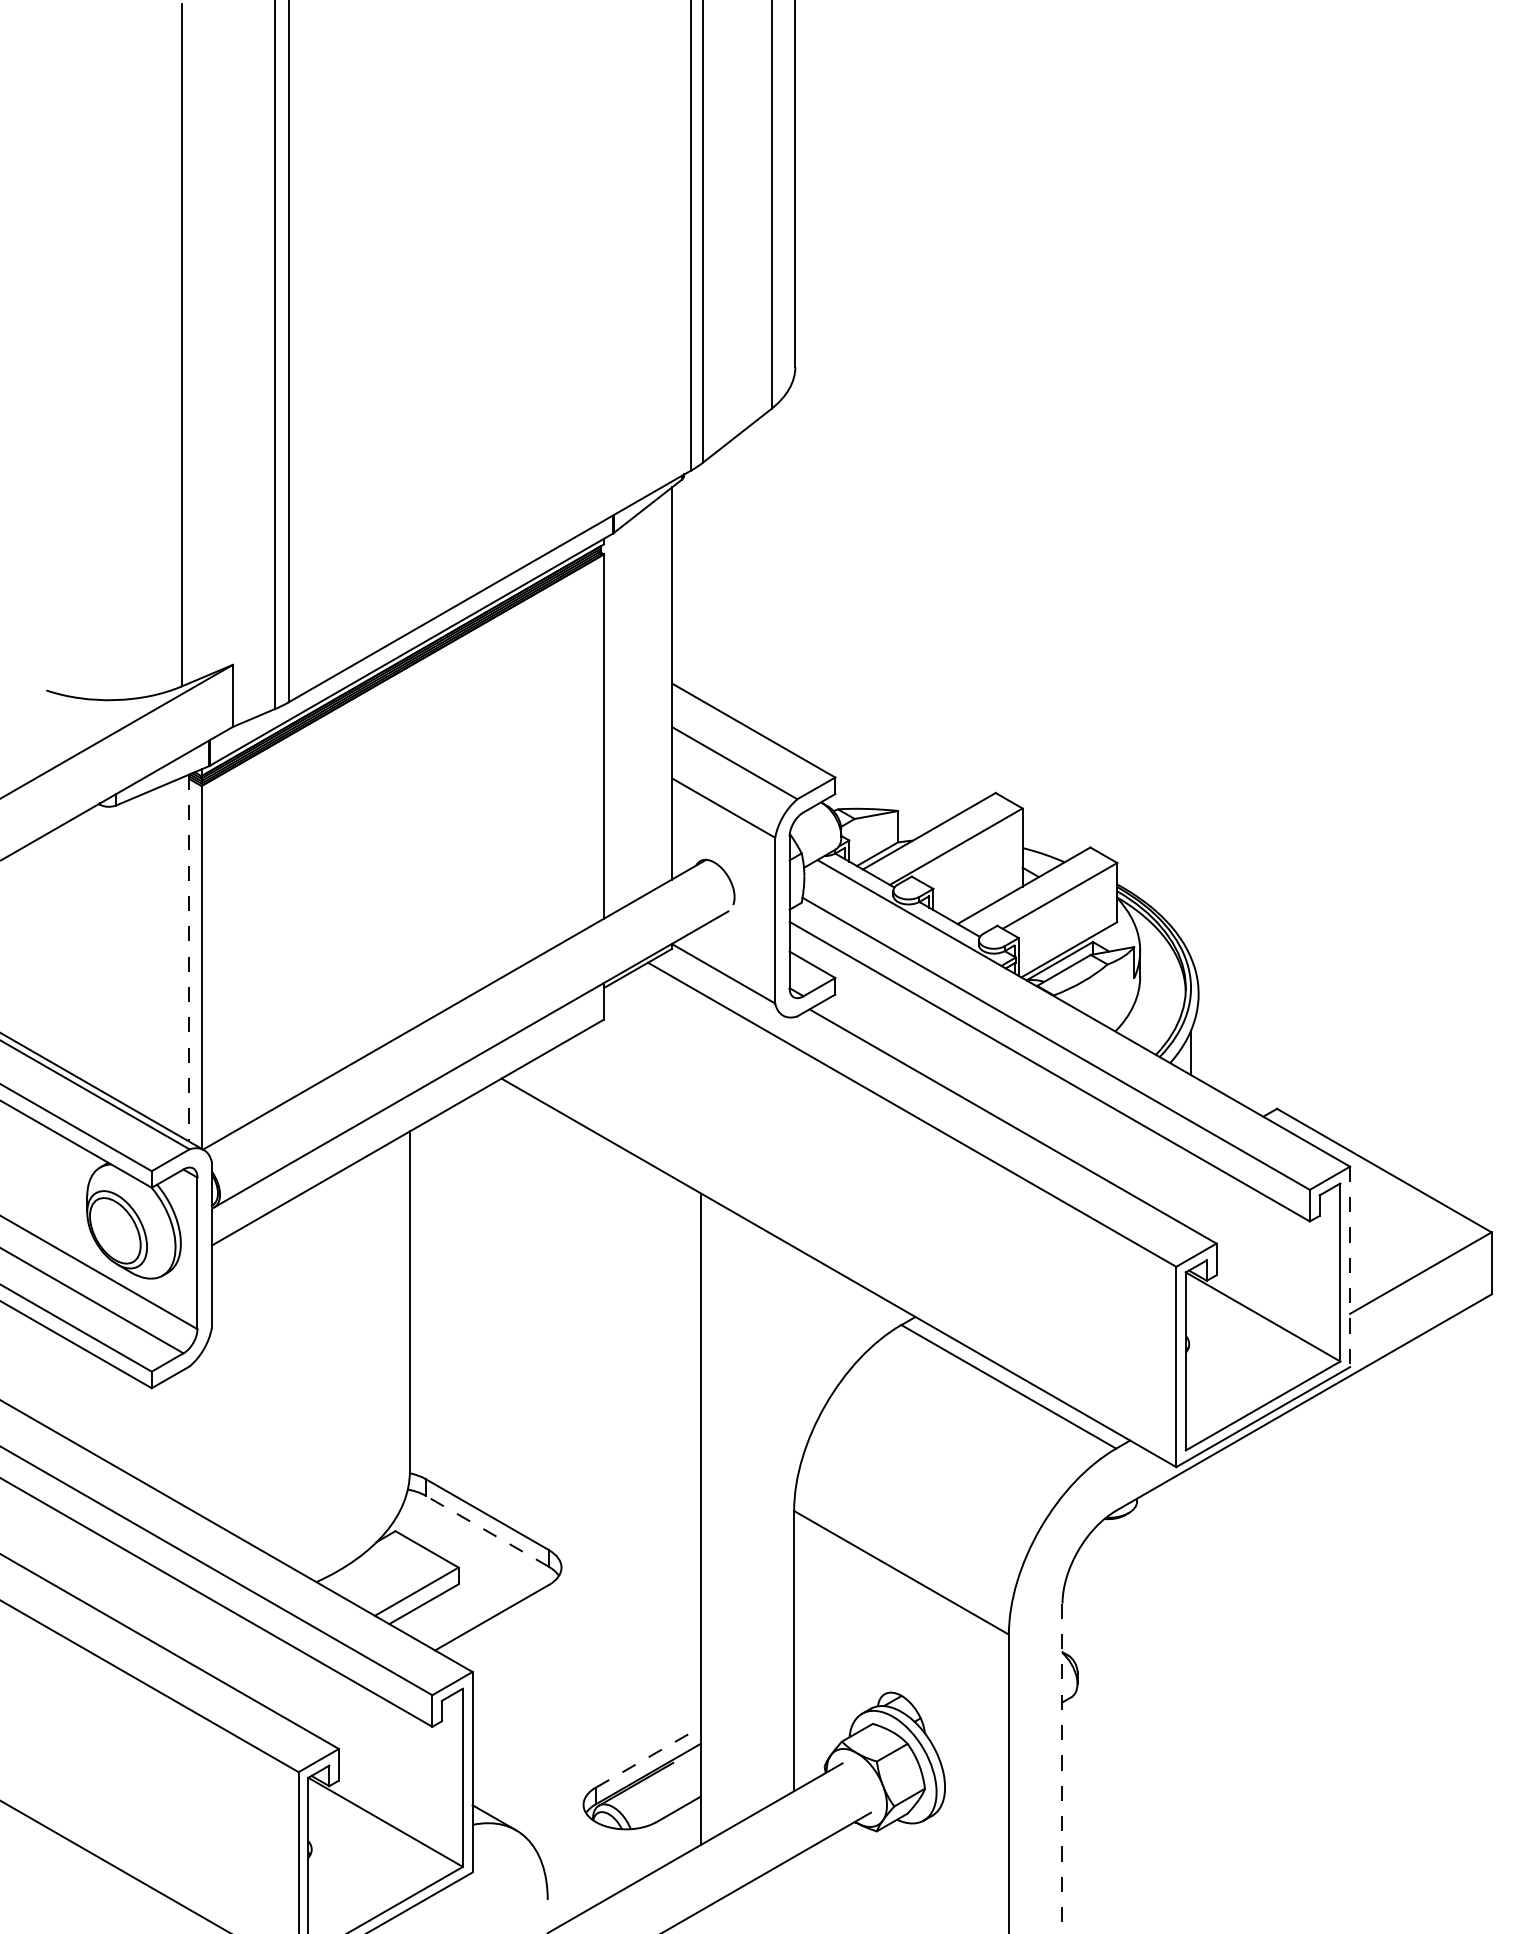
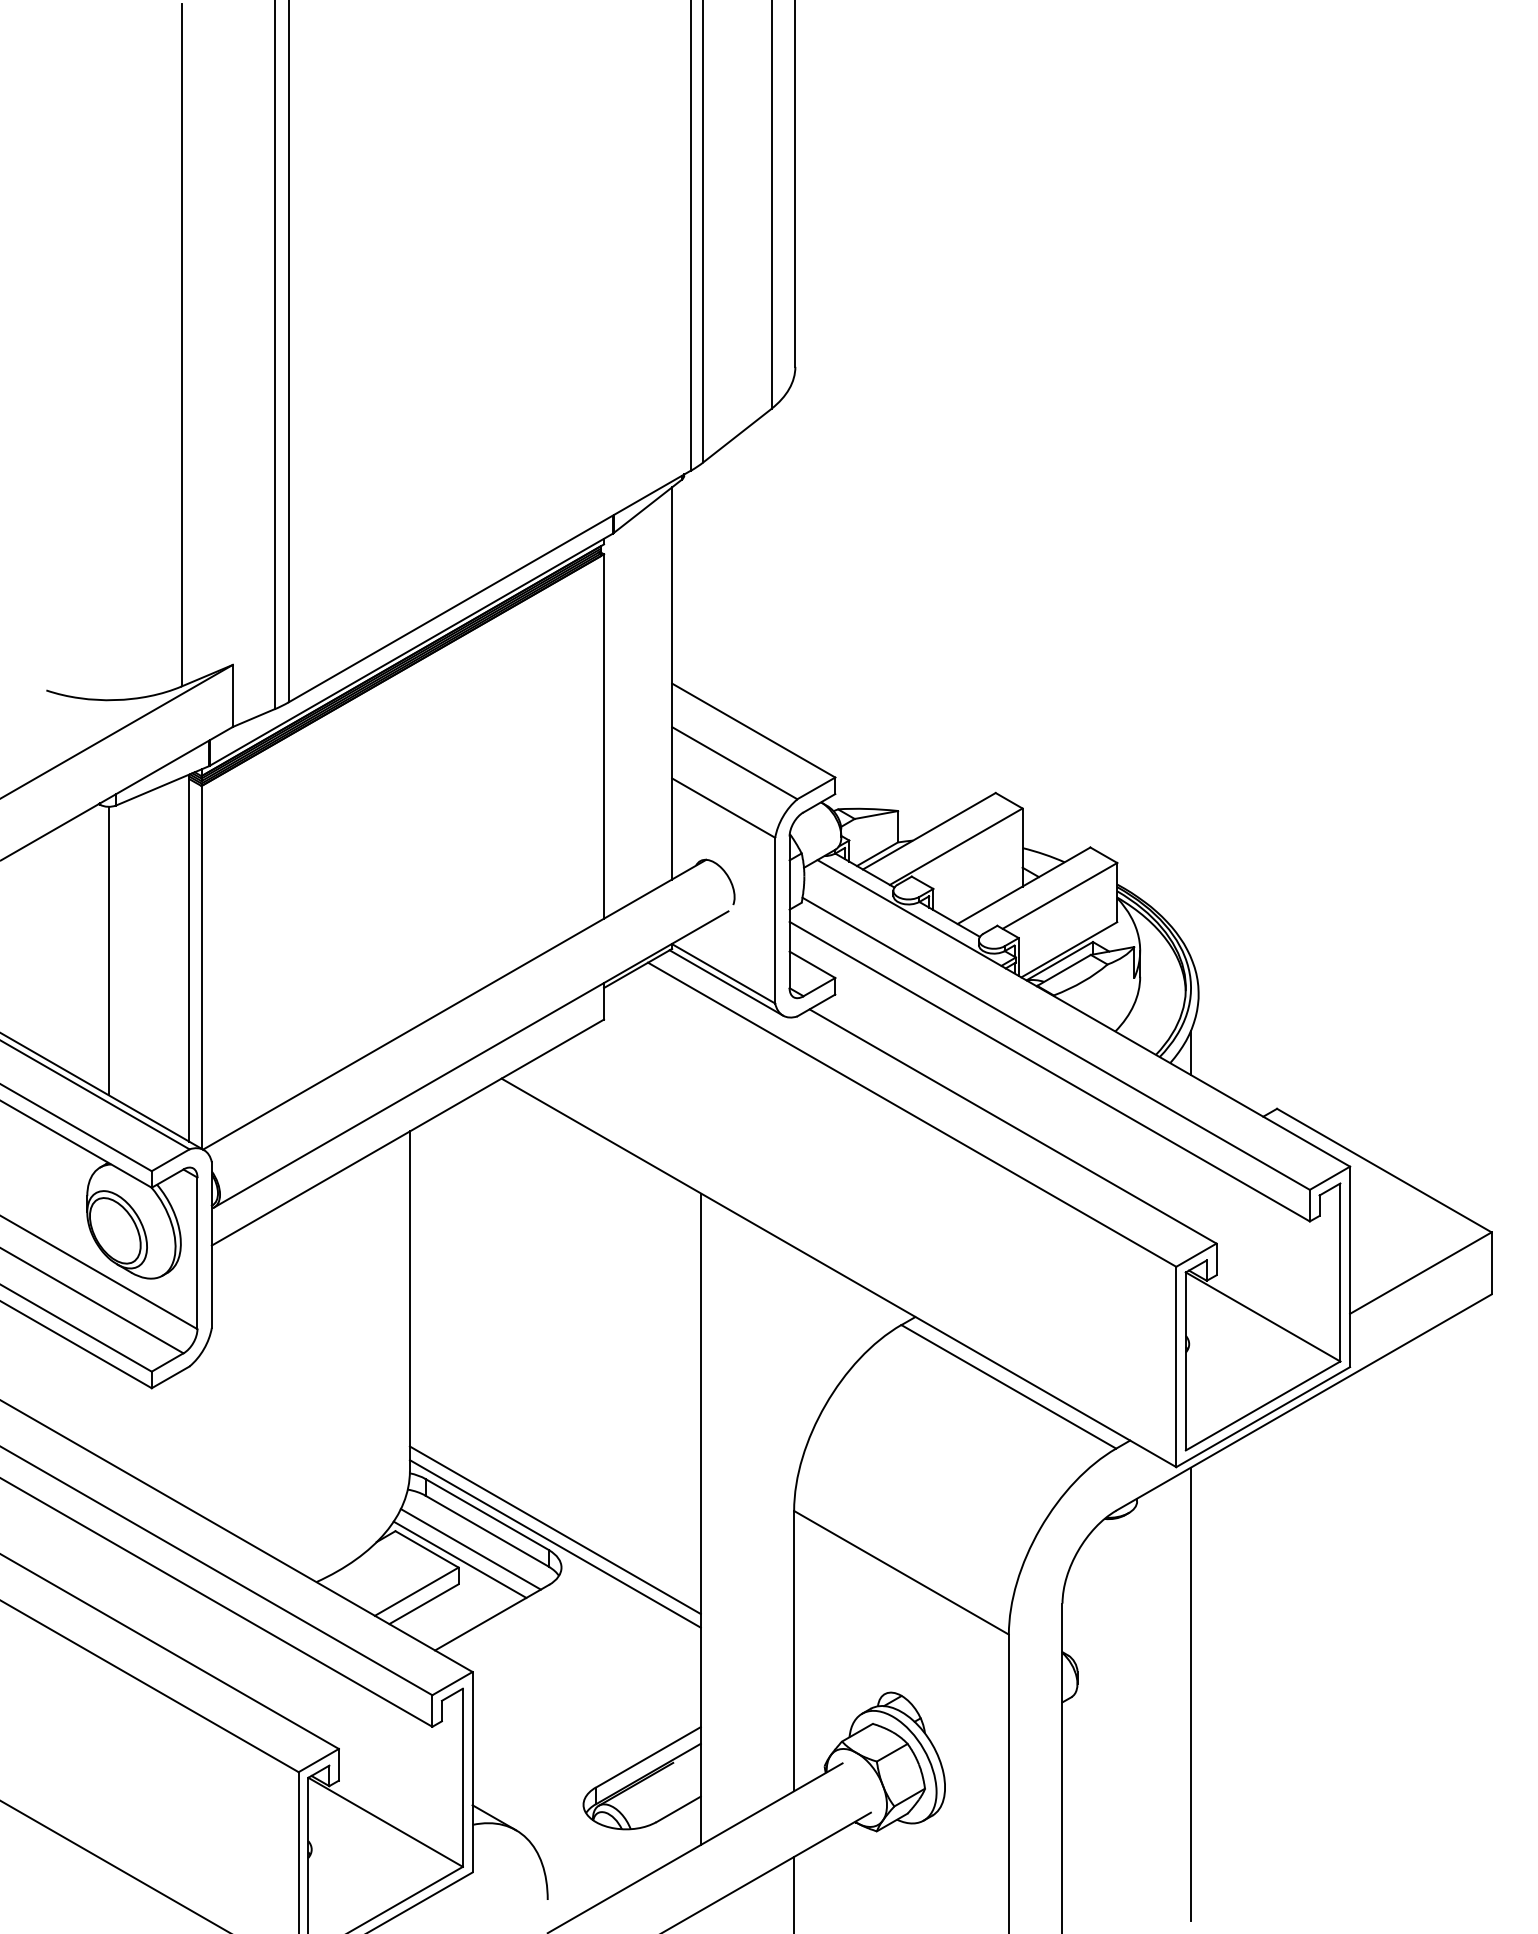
line at (108, 950): none -> present
line at (189, 958): dashed -> solid
line at (726, 982): none -> present
line at (1350, 1267): dashed -> solid
line at (554, 1530): none -> present
line at (486, 1531): dashed -> solid
line at (554, 1543): none -> present
line at (470, 1549): none -> present
line at (459, 1559): none -> present
line at (1191, 1694): none -> present
line at (648, 1757): dashed -> solid
line at (1062, 1768): dashed -> solid
line at (794, 1893): none -> present
